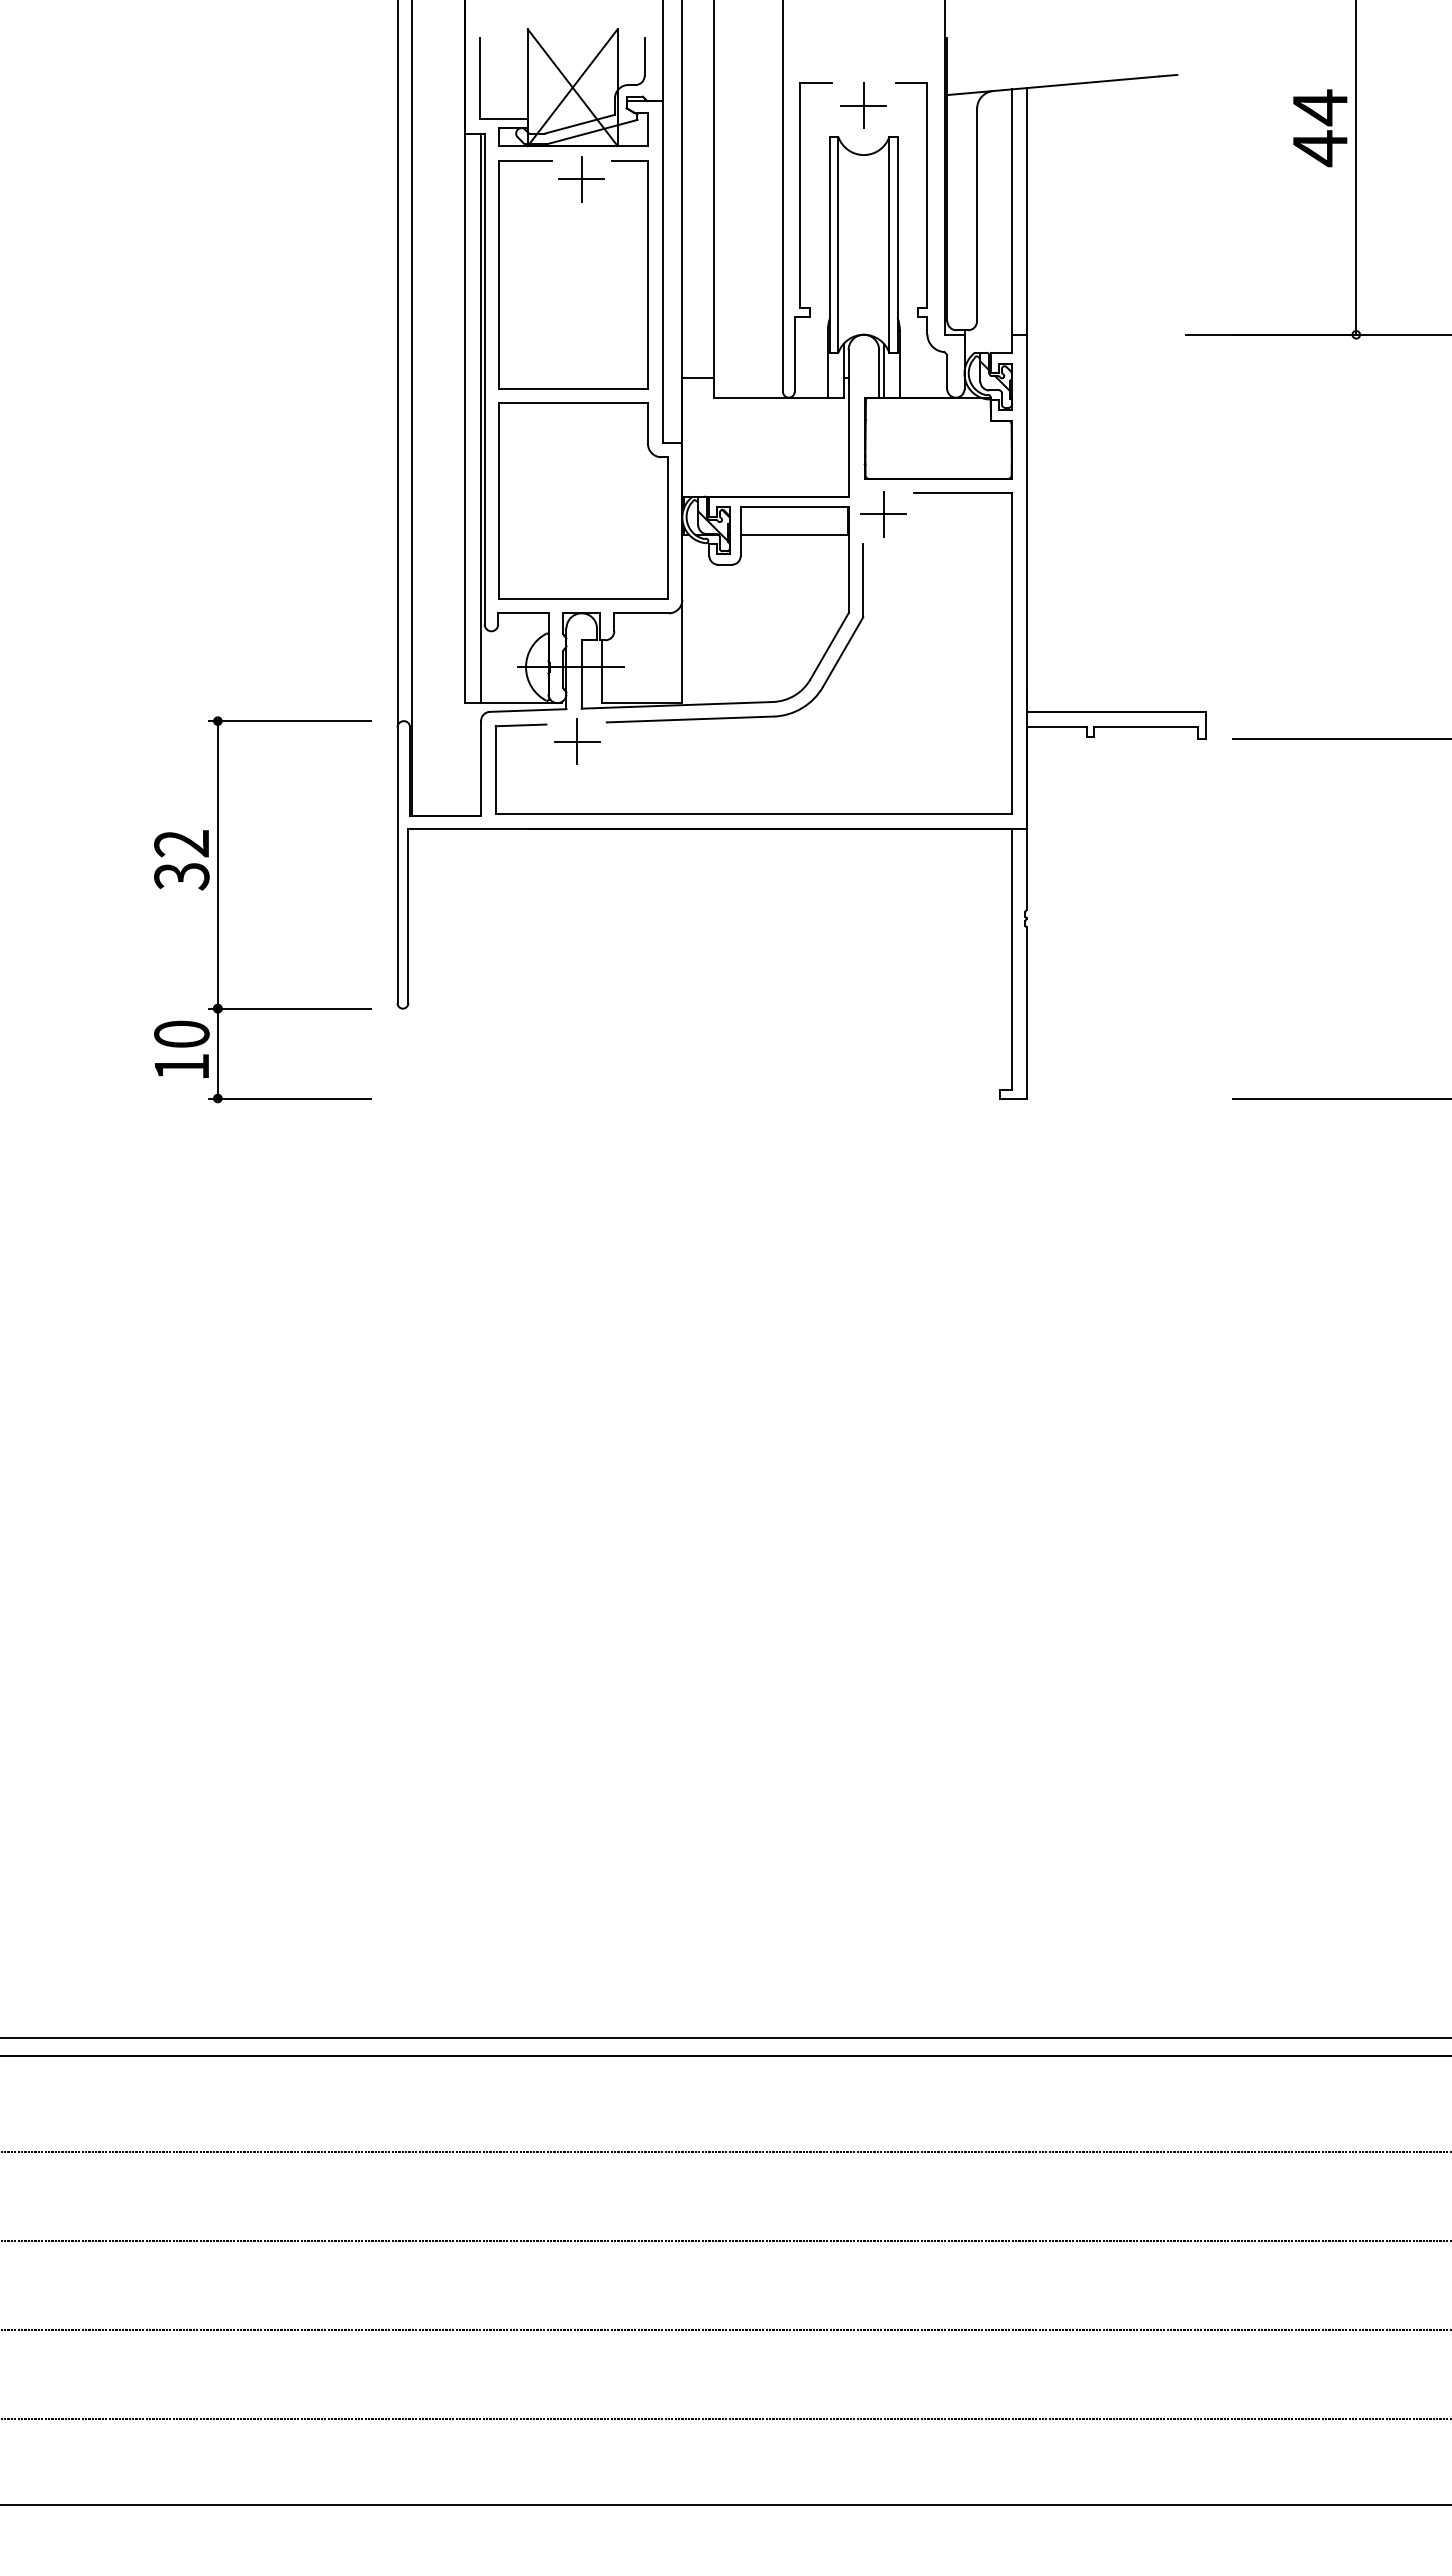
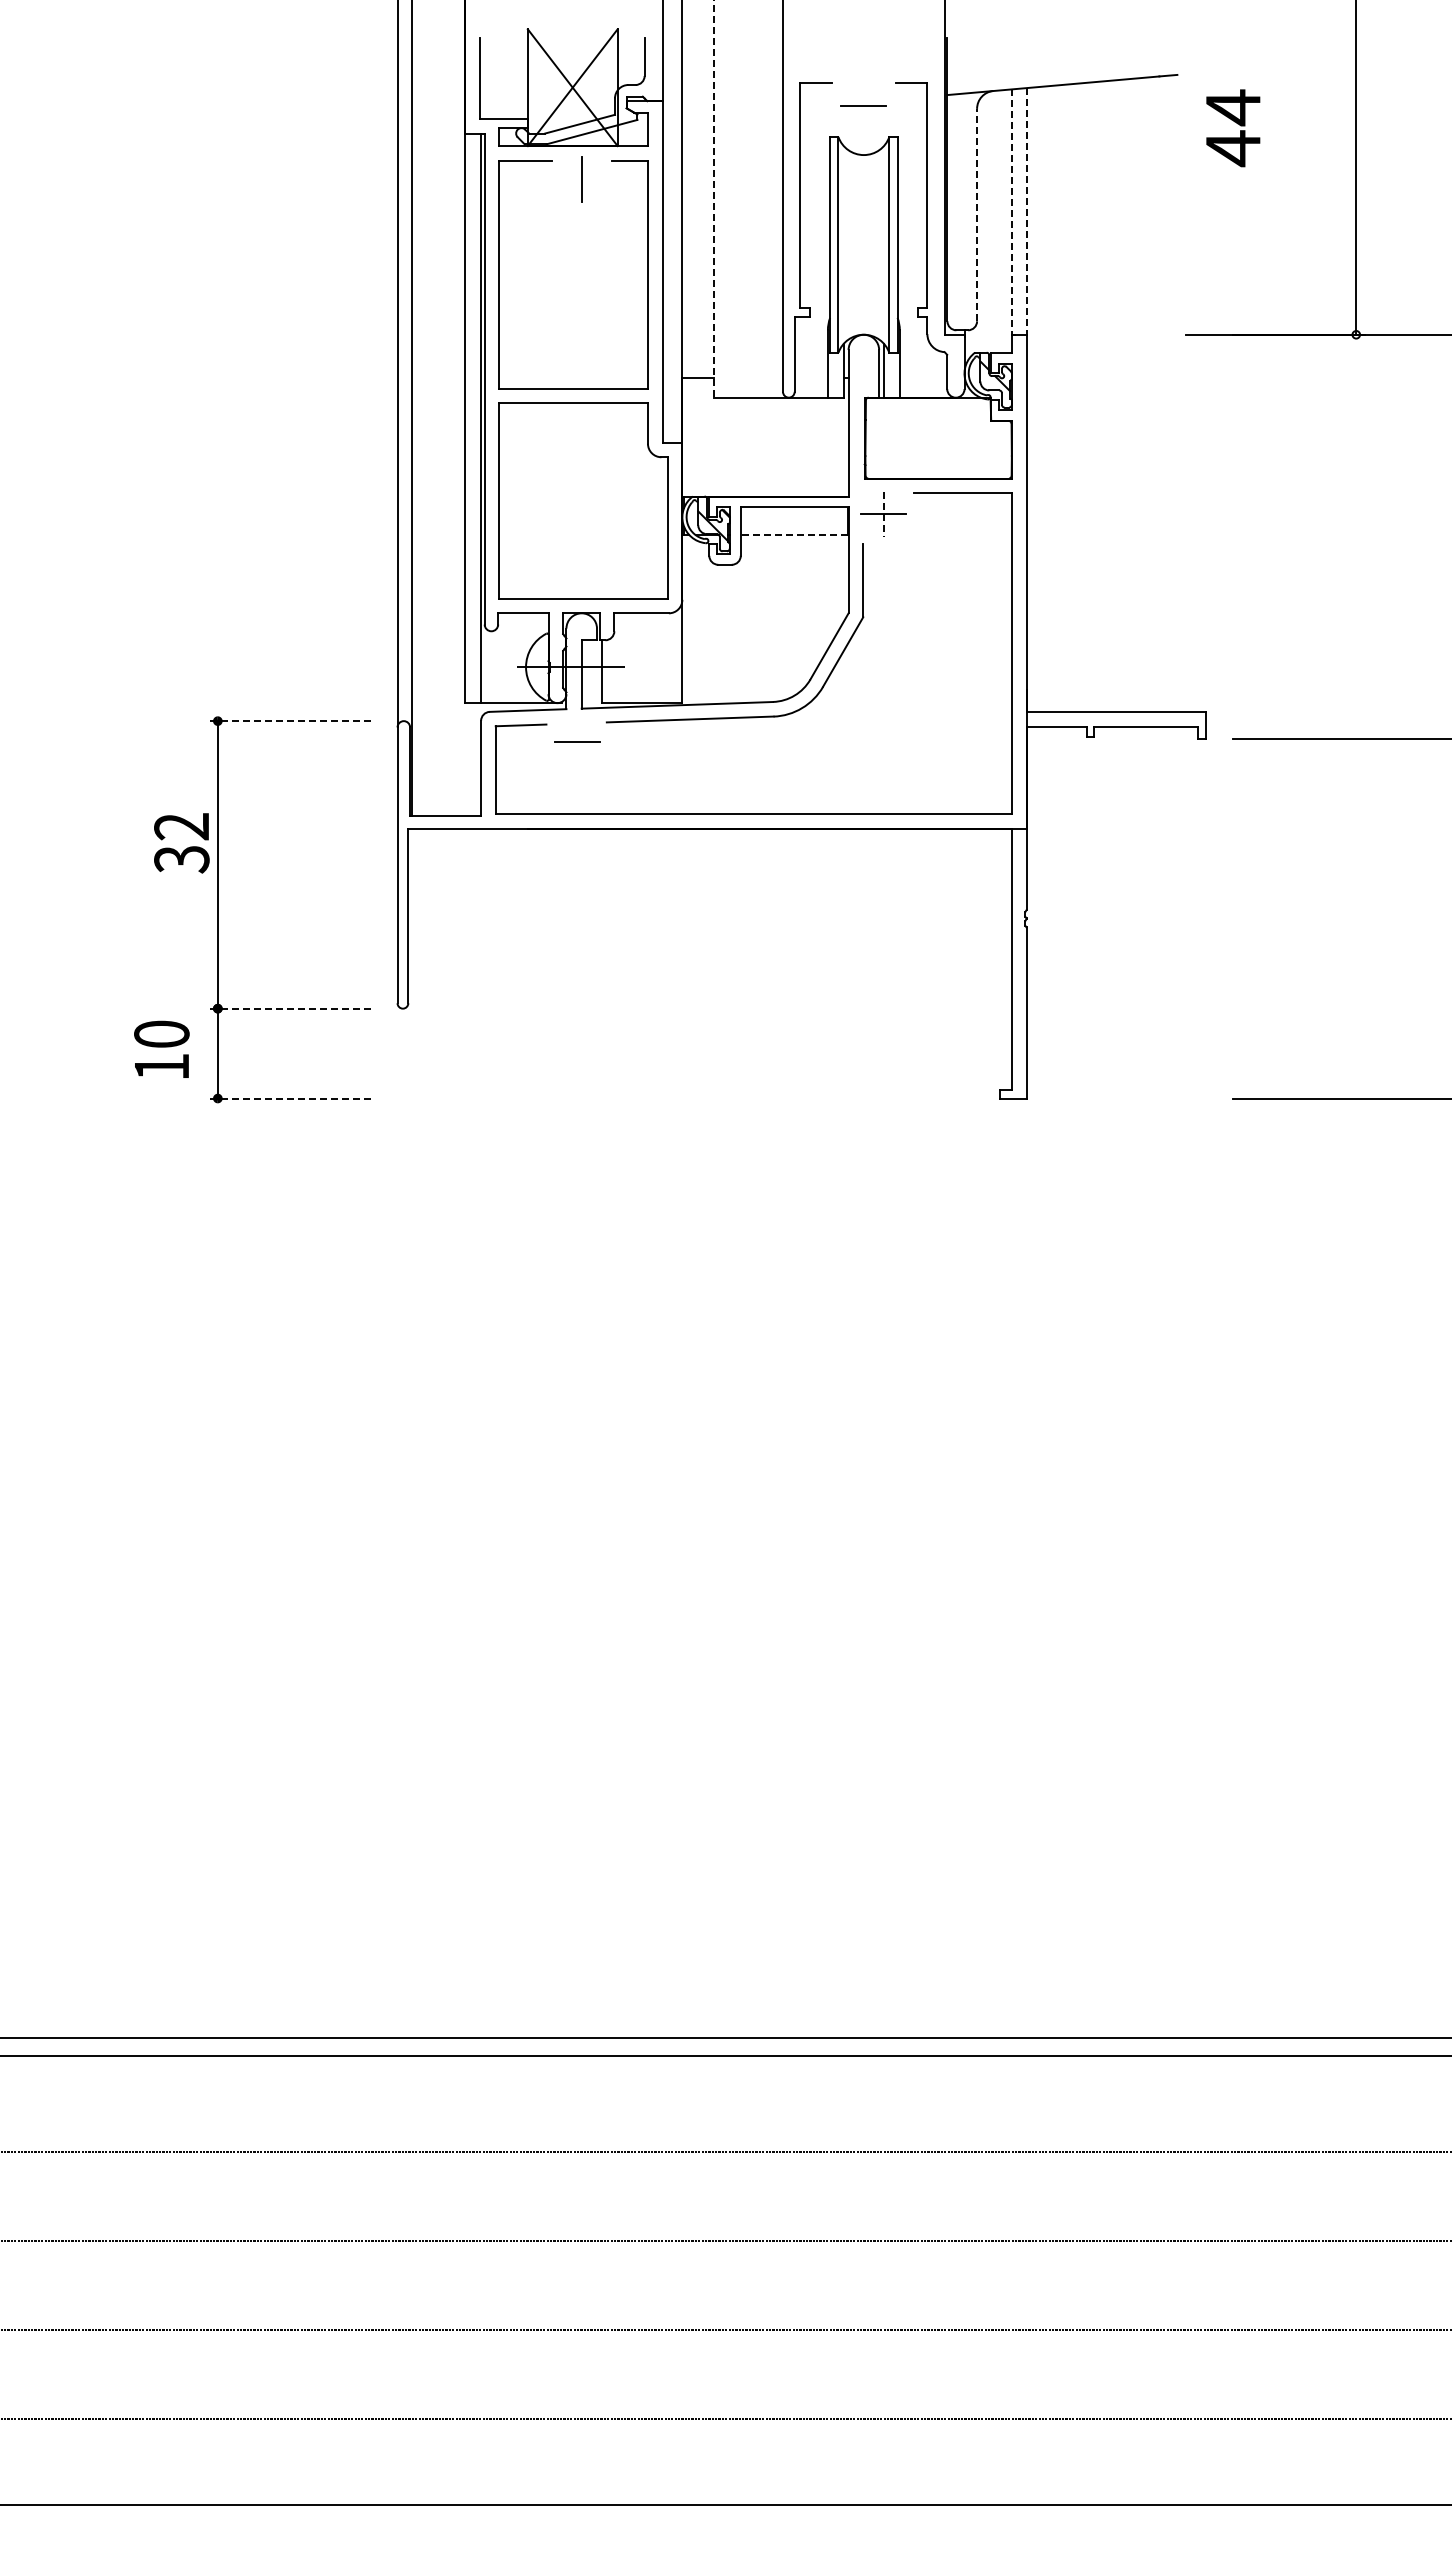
line at (863, 105): present -> none
text at (1320, 128) position: (1320, 128) -> (1233, 128)
line at (581, 179): present -> none
line at (713, 199): solid -> dashed
line at (1026, 211): solid -> dashed
line at (1011, 212): solid -> dashed
line at (977, 214): solid -> dashed
line at (883, 514): solid -> dashed
line at (794, 535): solid -> dashed
line at (289, 721): solid -> dashed
line at (577, 741): present -> none
text at (181, 860) position: (181, 860) -> (181, 843)
line at (289, 1008): solid -> dashed
text at (181, 1048) position: (181, 1048) -> (161, 1048)
line at (289, 1098): solid -> dashed
